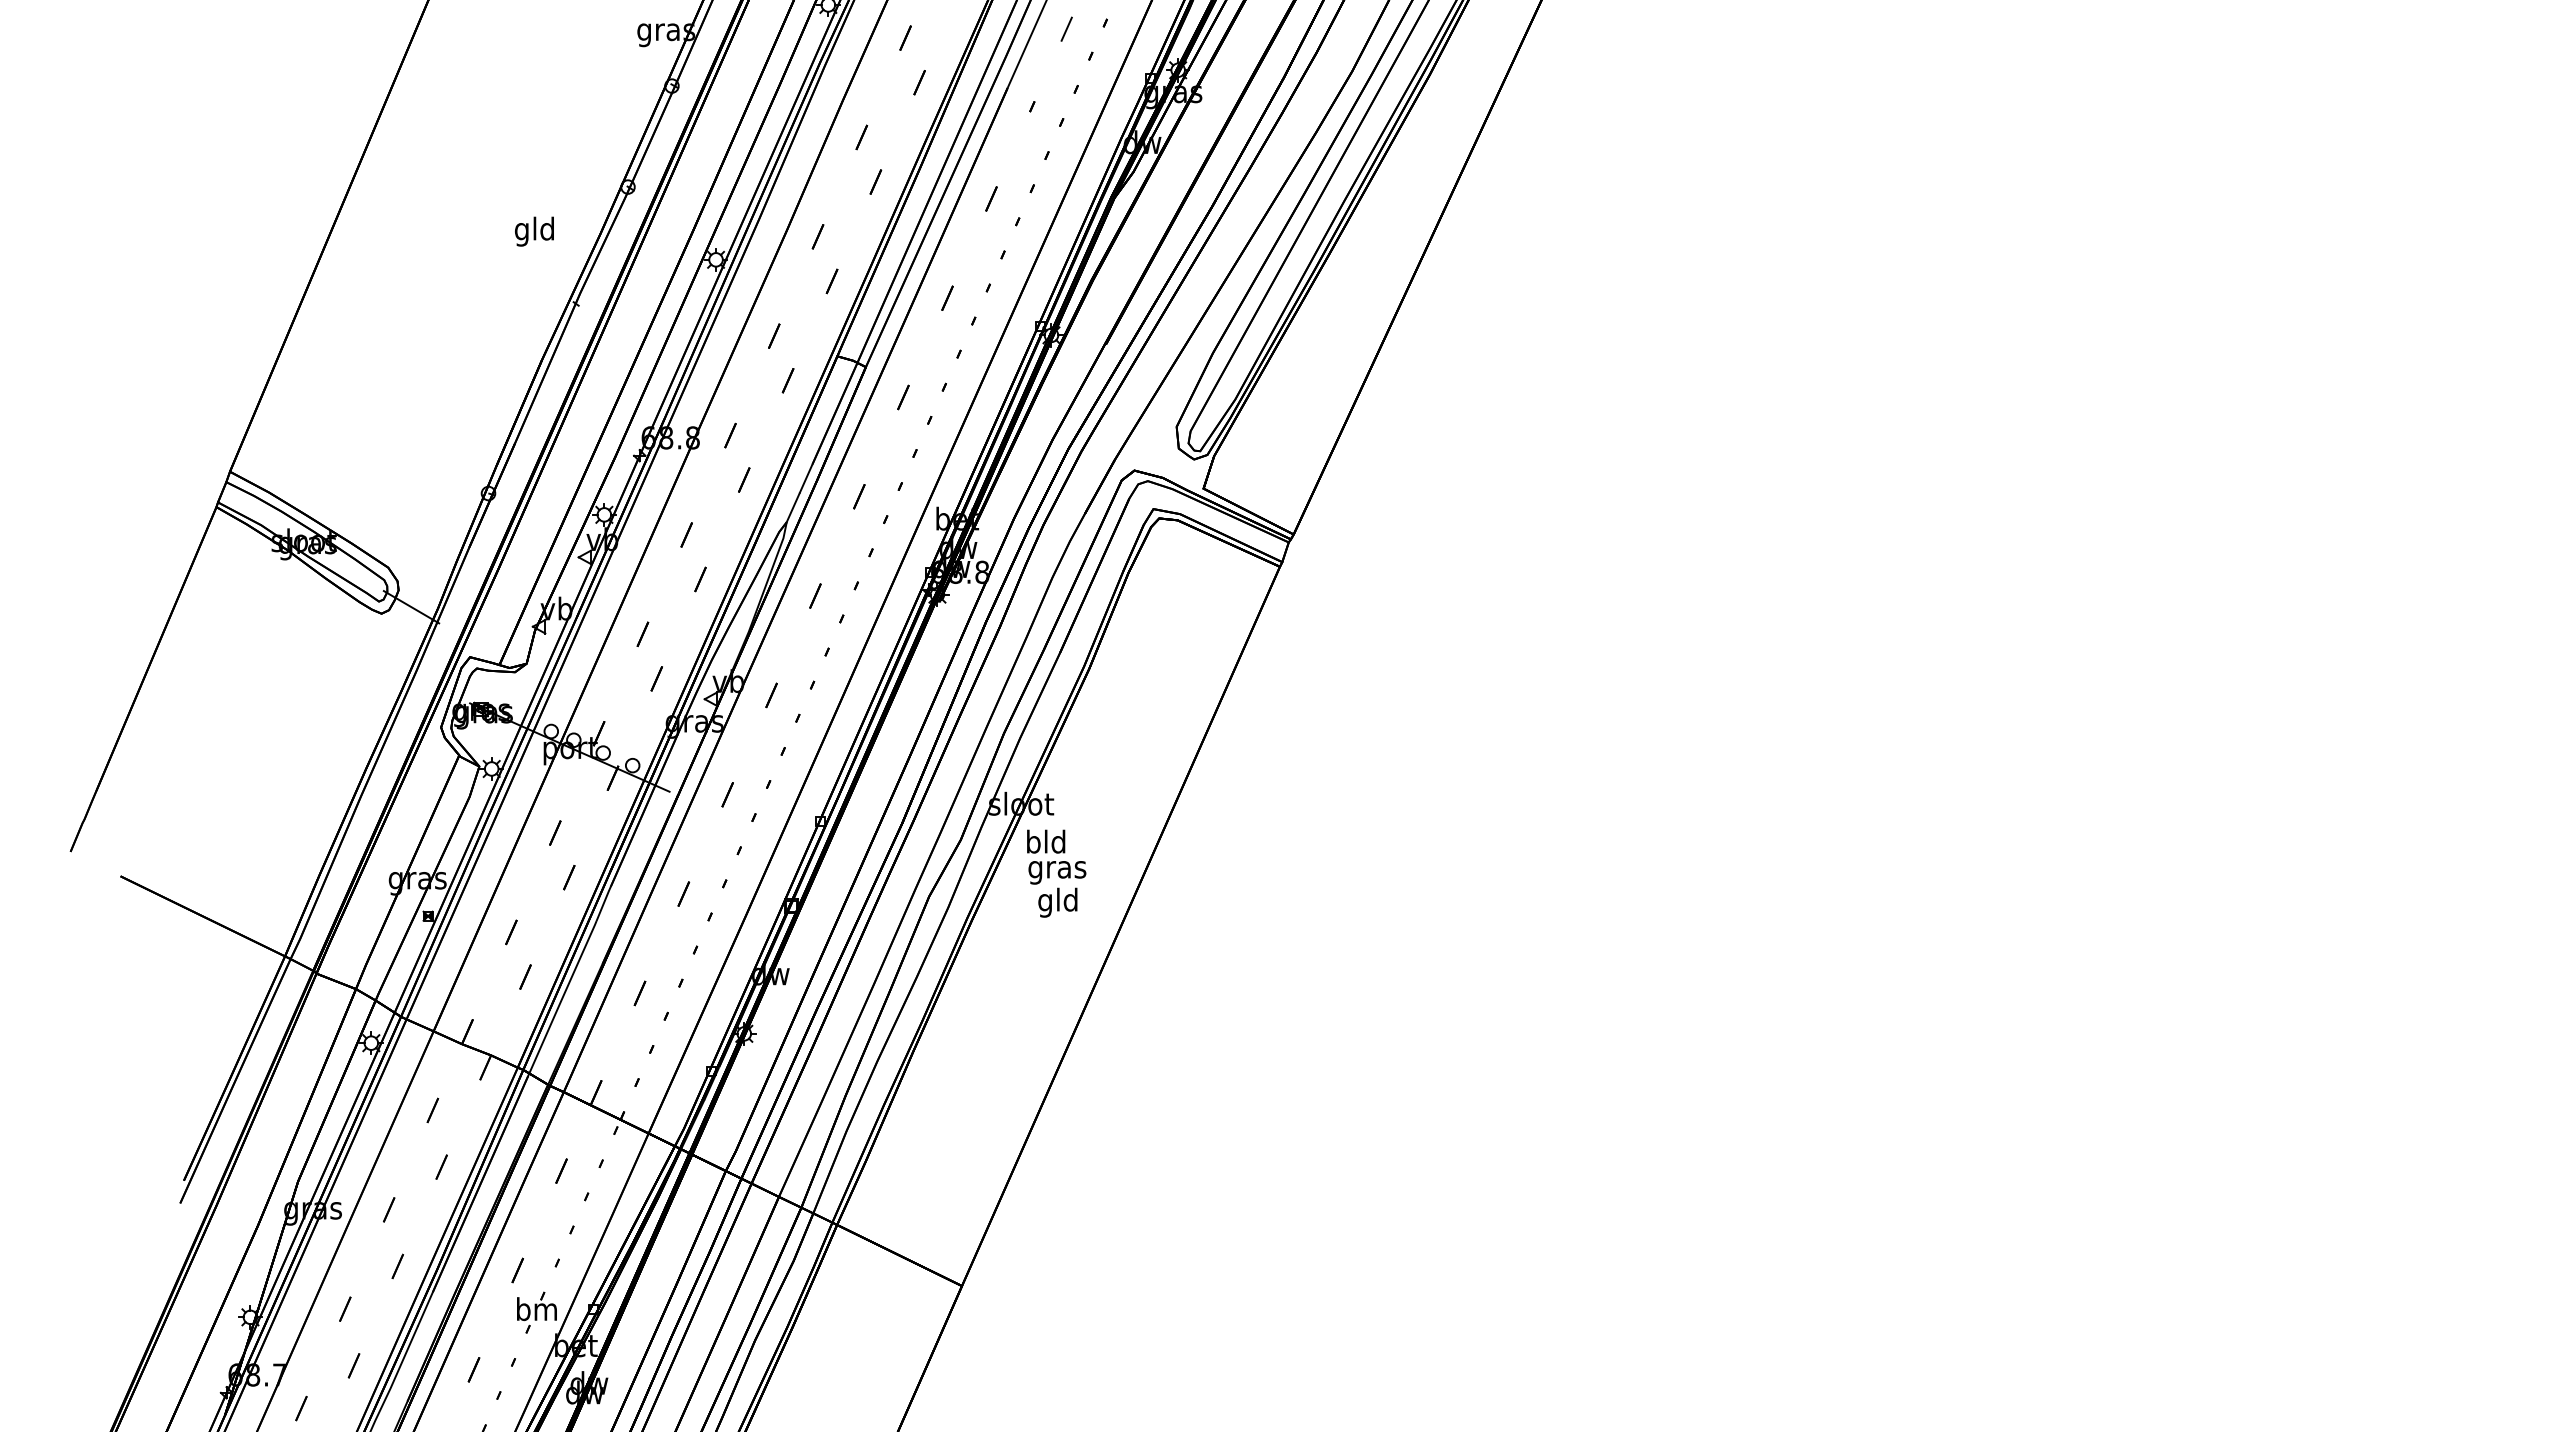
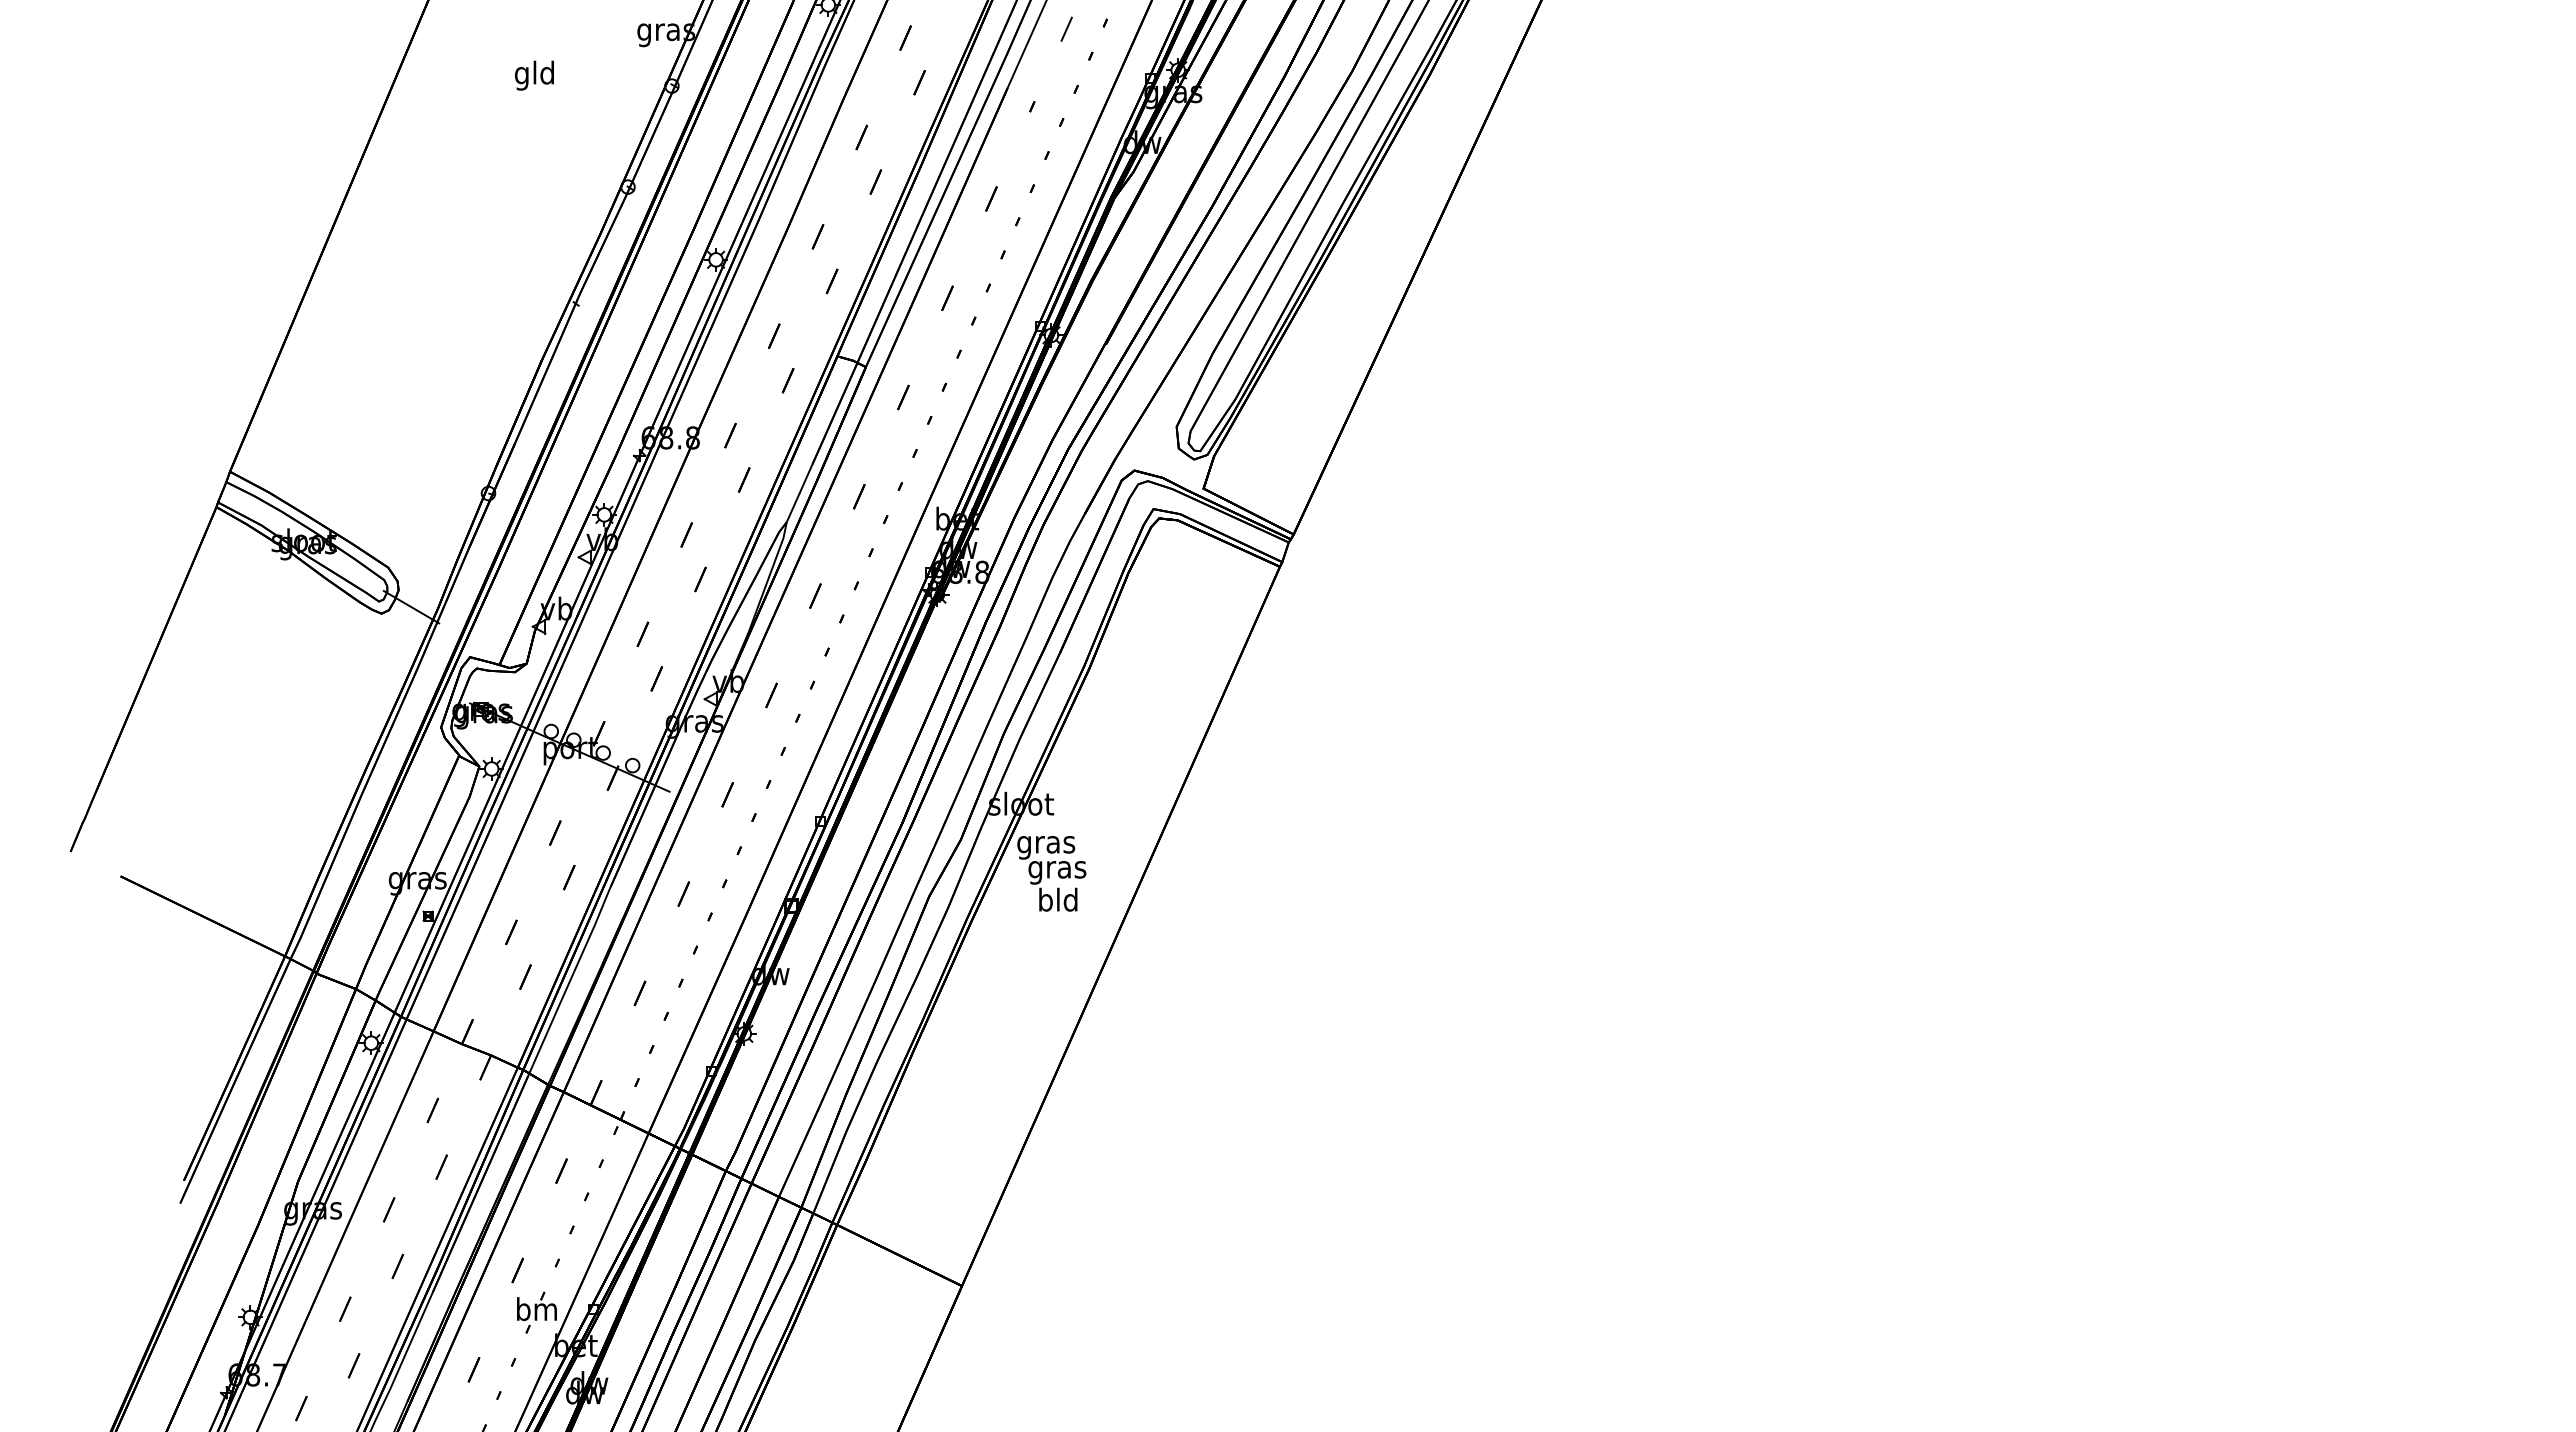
text at (534, 231) position: (534, 231) -> (534, 75)
text at (1046, 844): bld -> gras
text at (1045, 902): gld -> bld
